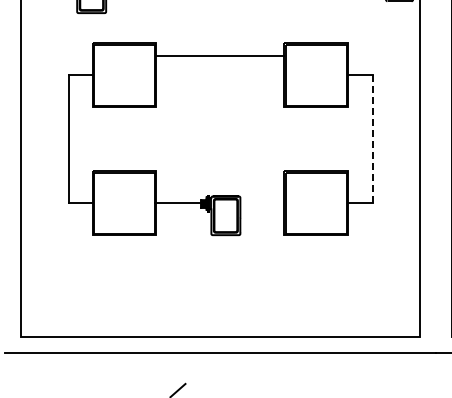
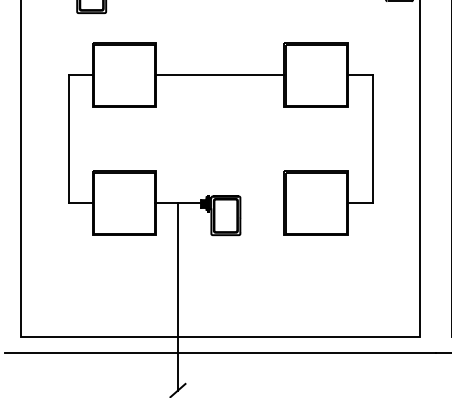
line at (220, 56) position: (220, 56) -> (220, 75)
line at (372, 139): dashed -> solid
line at (177, 296): none -> present
